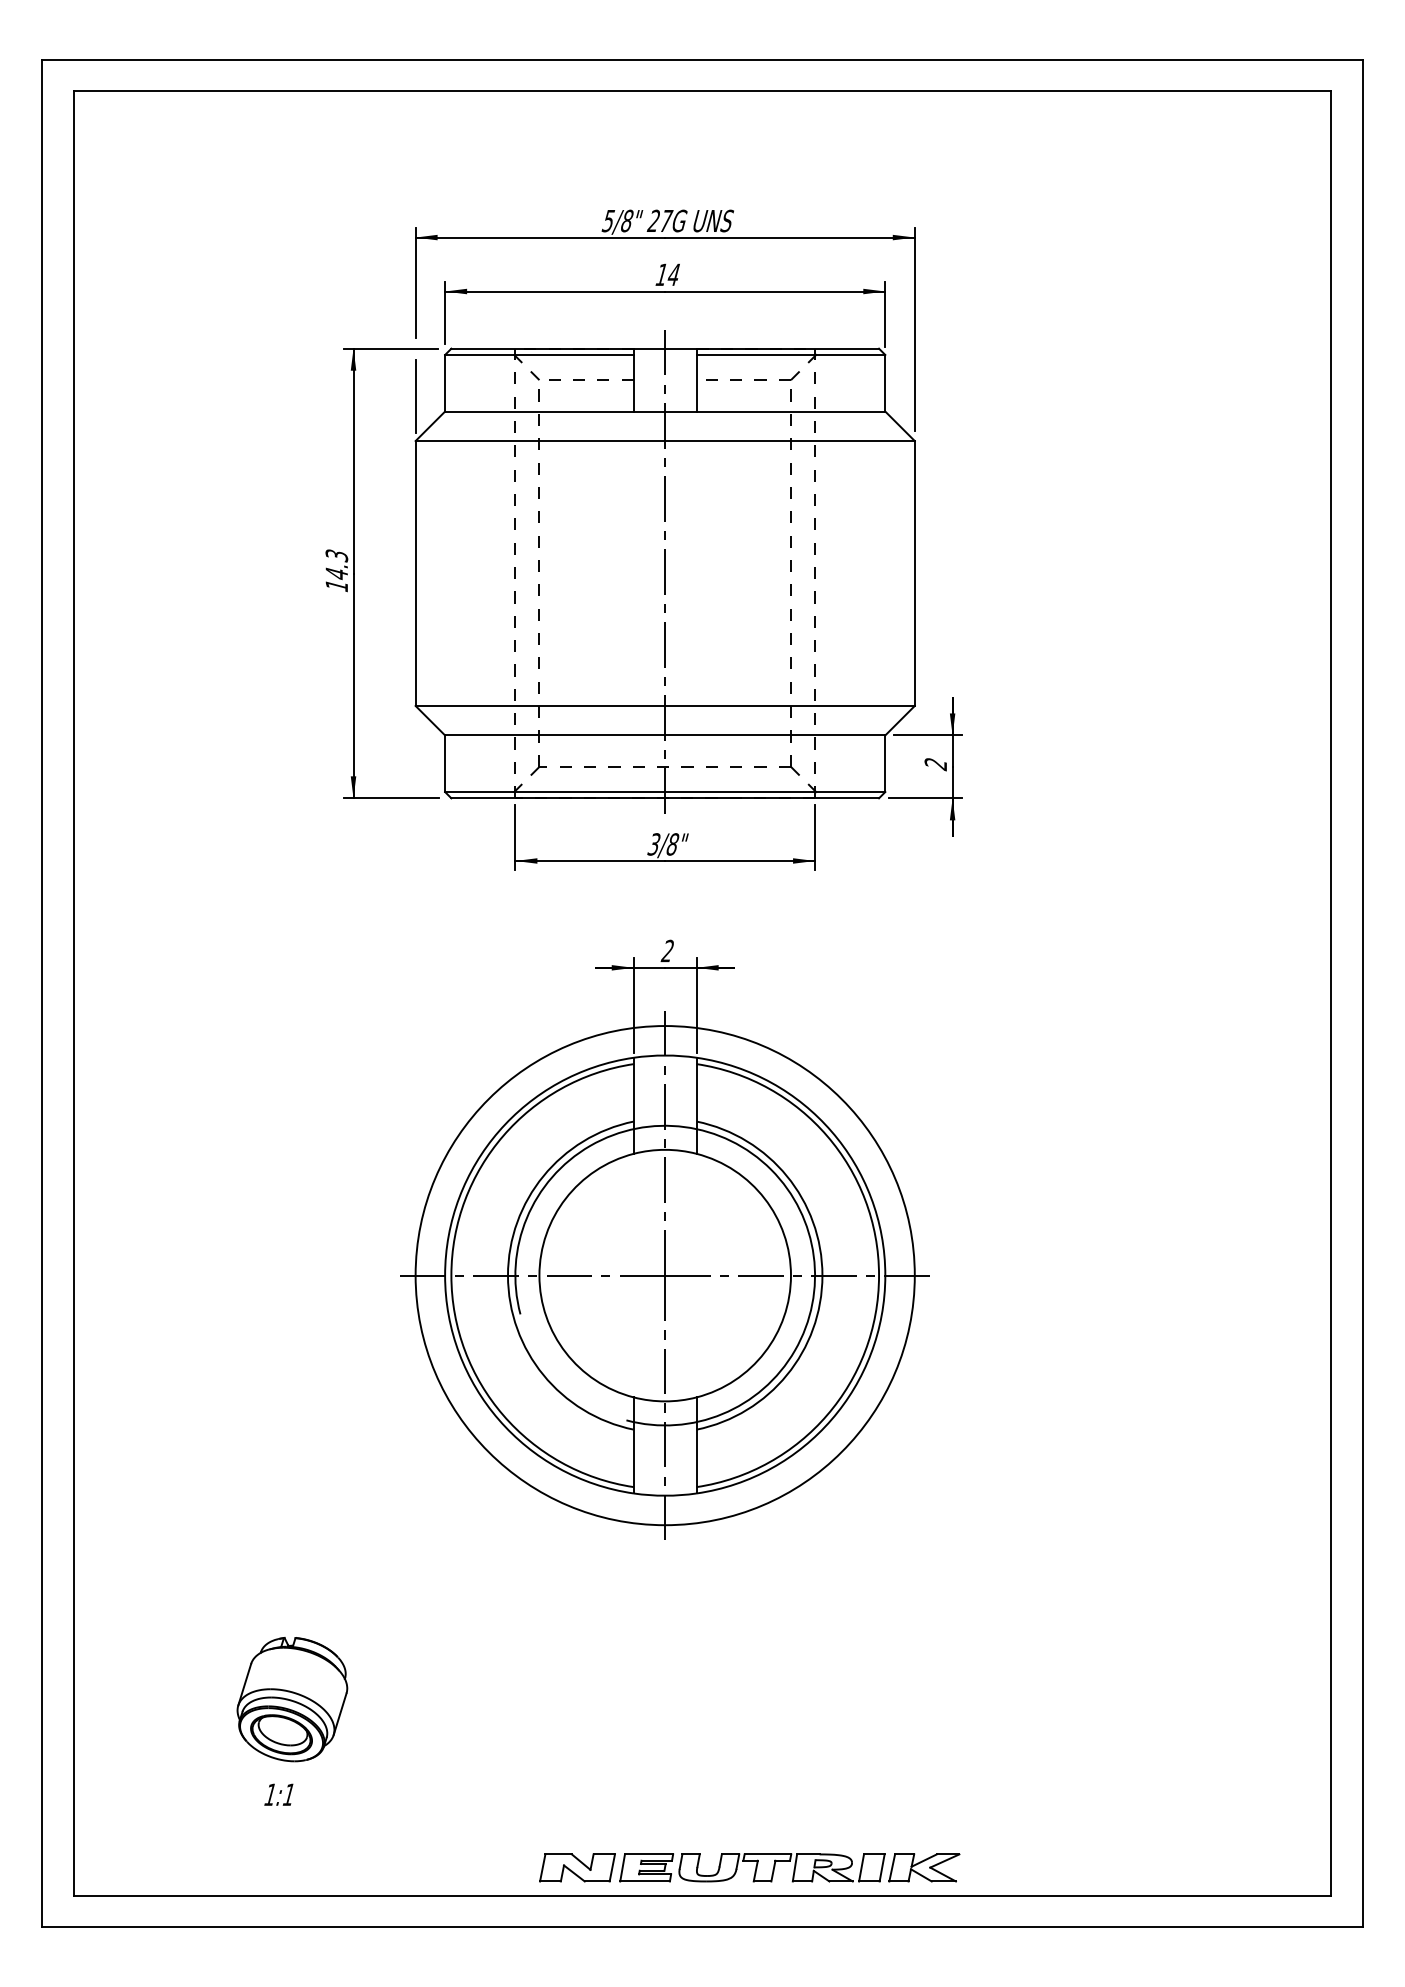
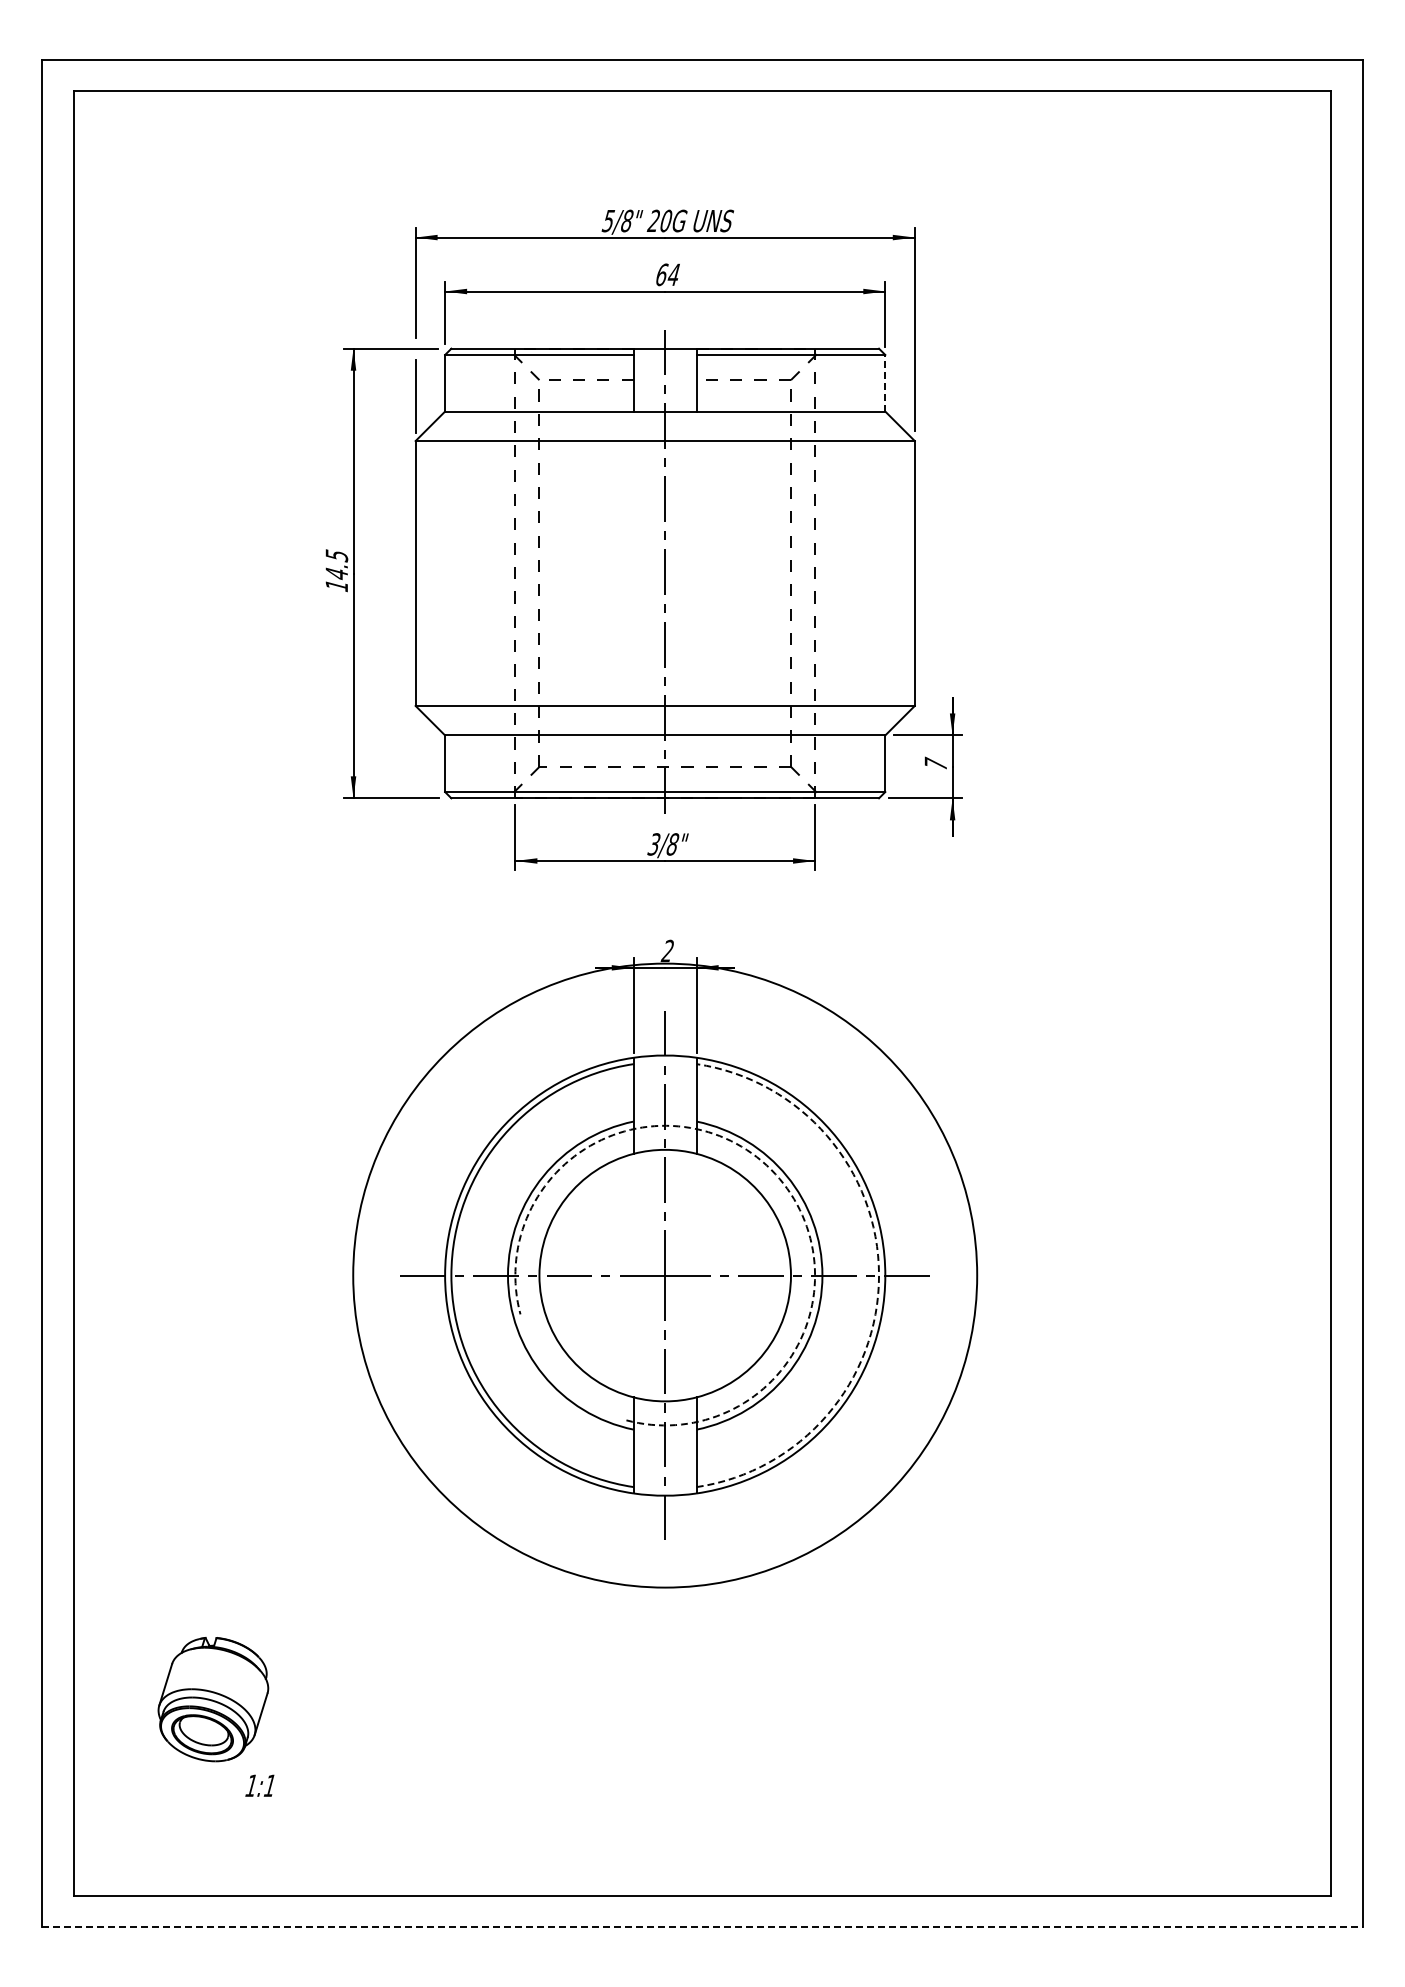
text at (666, 220): 27G -> 20G
text at (661, 274): 14 -> 64
line at (885, 382): solid -> dashed
text at (336, 555): 14.3 -> 14.5
text at (935, 763): 2 -> 7
arc at (771, 1169): solid -> dashed
circle at (664, 1275) diameter: 499 px -> 624 px
arc at (879, 1275): solid -> dashed
part at (292, 1699) position: (292, 1699) -> (213, 1699)
text at (278, 1794) position: (278, 1794) -> (259, 1785)
part at (749, 1867): present -> none
line at (702, 1927): solid -> dashed
